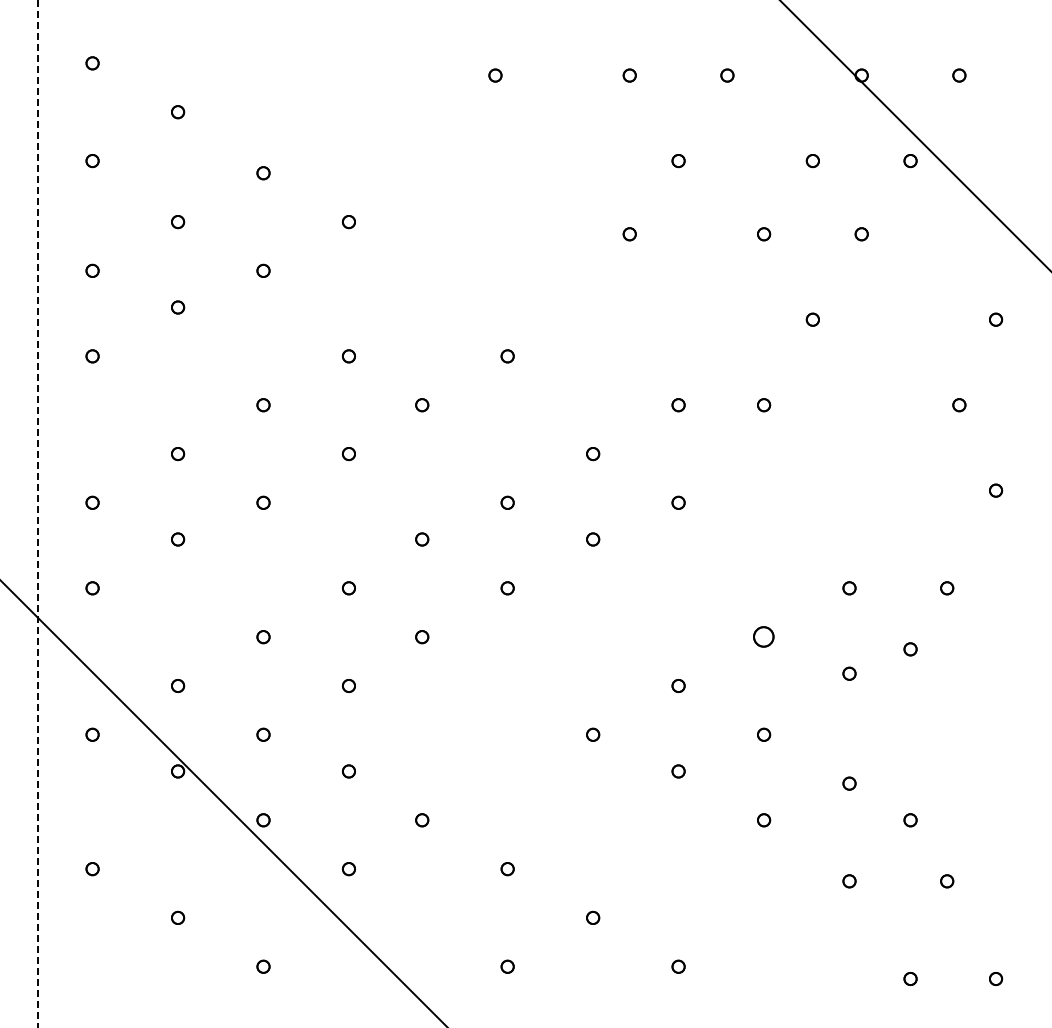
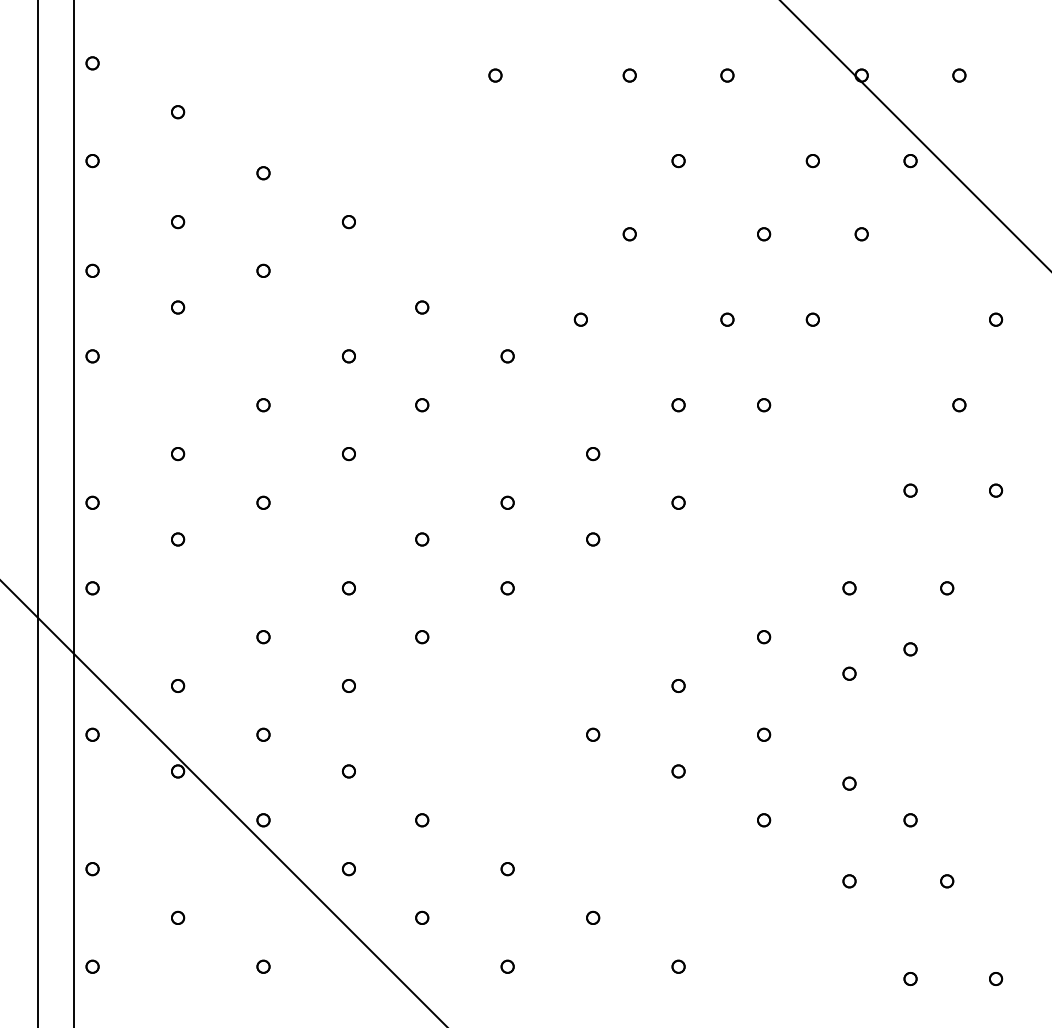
part at (422, 307): none -> present
part at (580, 319): none -> present
part at (727, 319): none -> present
part at (910, 490): none -> present
line at (37, 513): dashed -> solid
line at (74, 513): none -> present
part at (763, 636) size: 22x22 px -> 15x15 px
part at (422, 917): none -> present
part at (92, 966): none -> present
